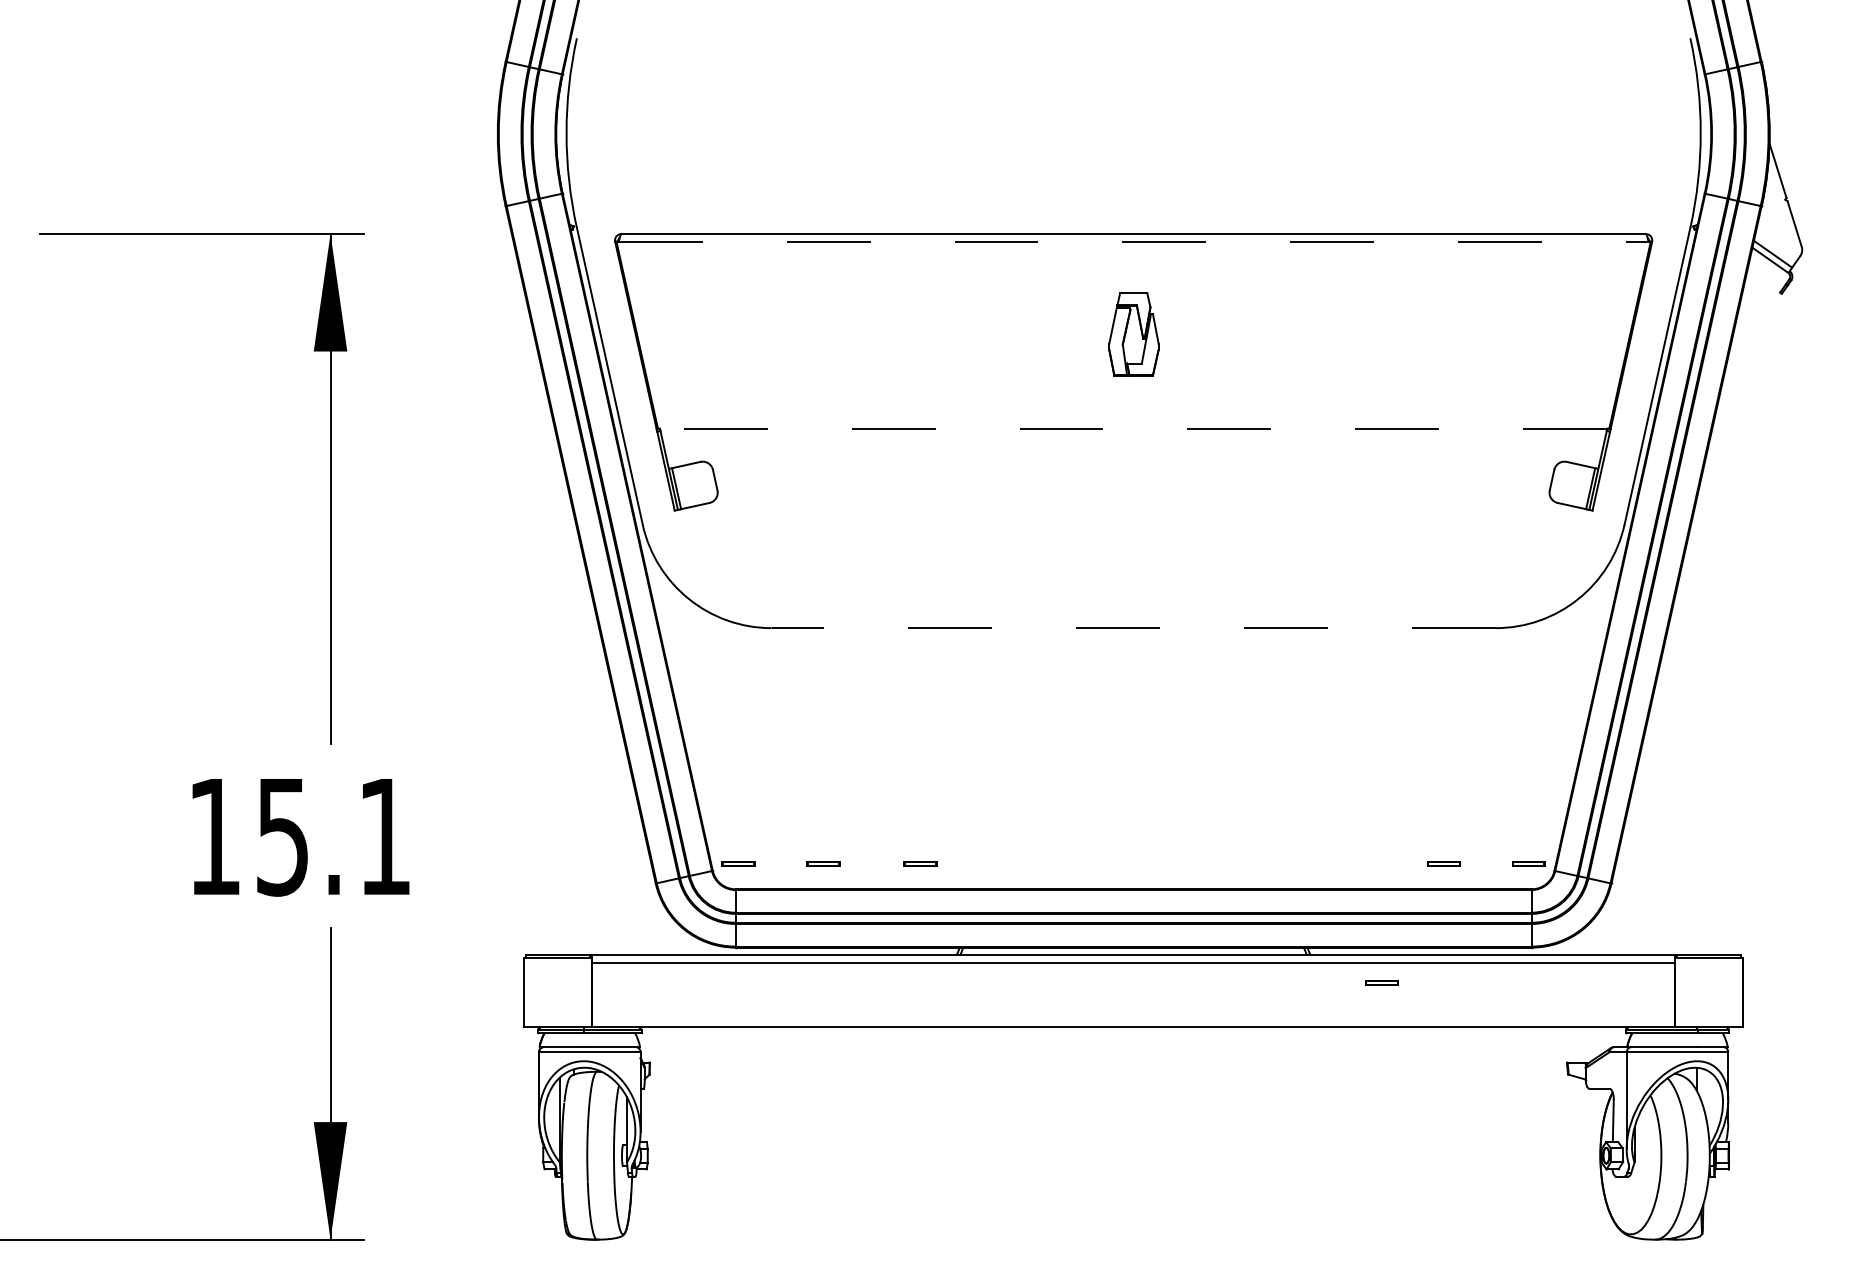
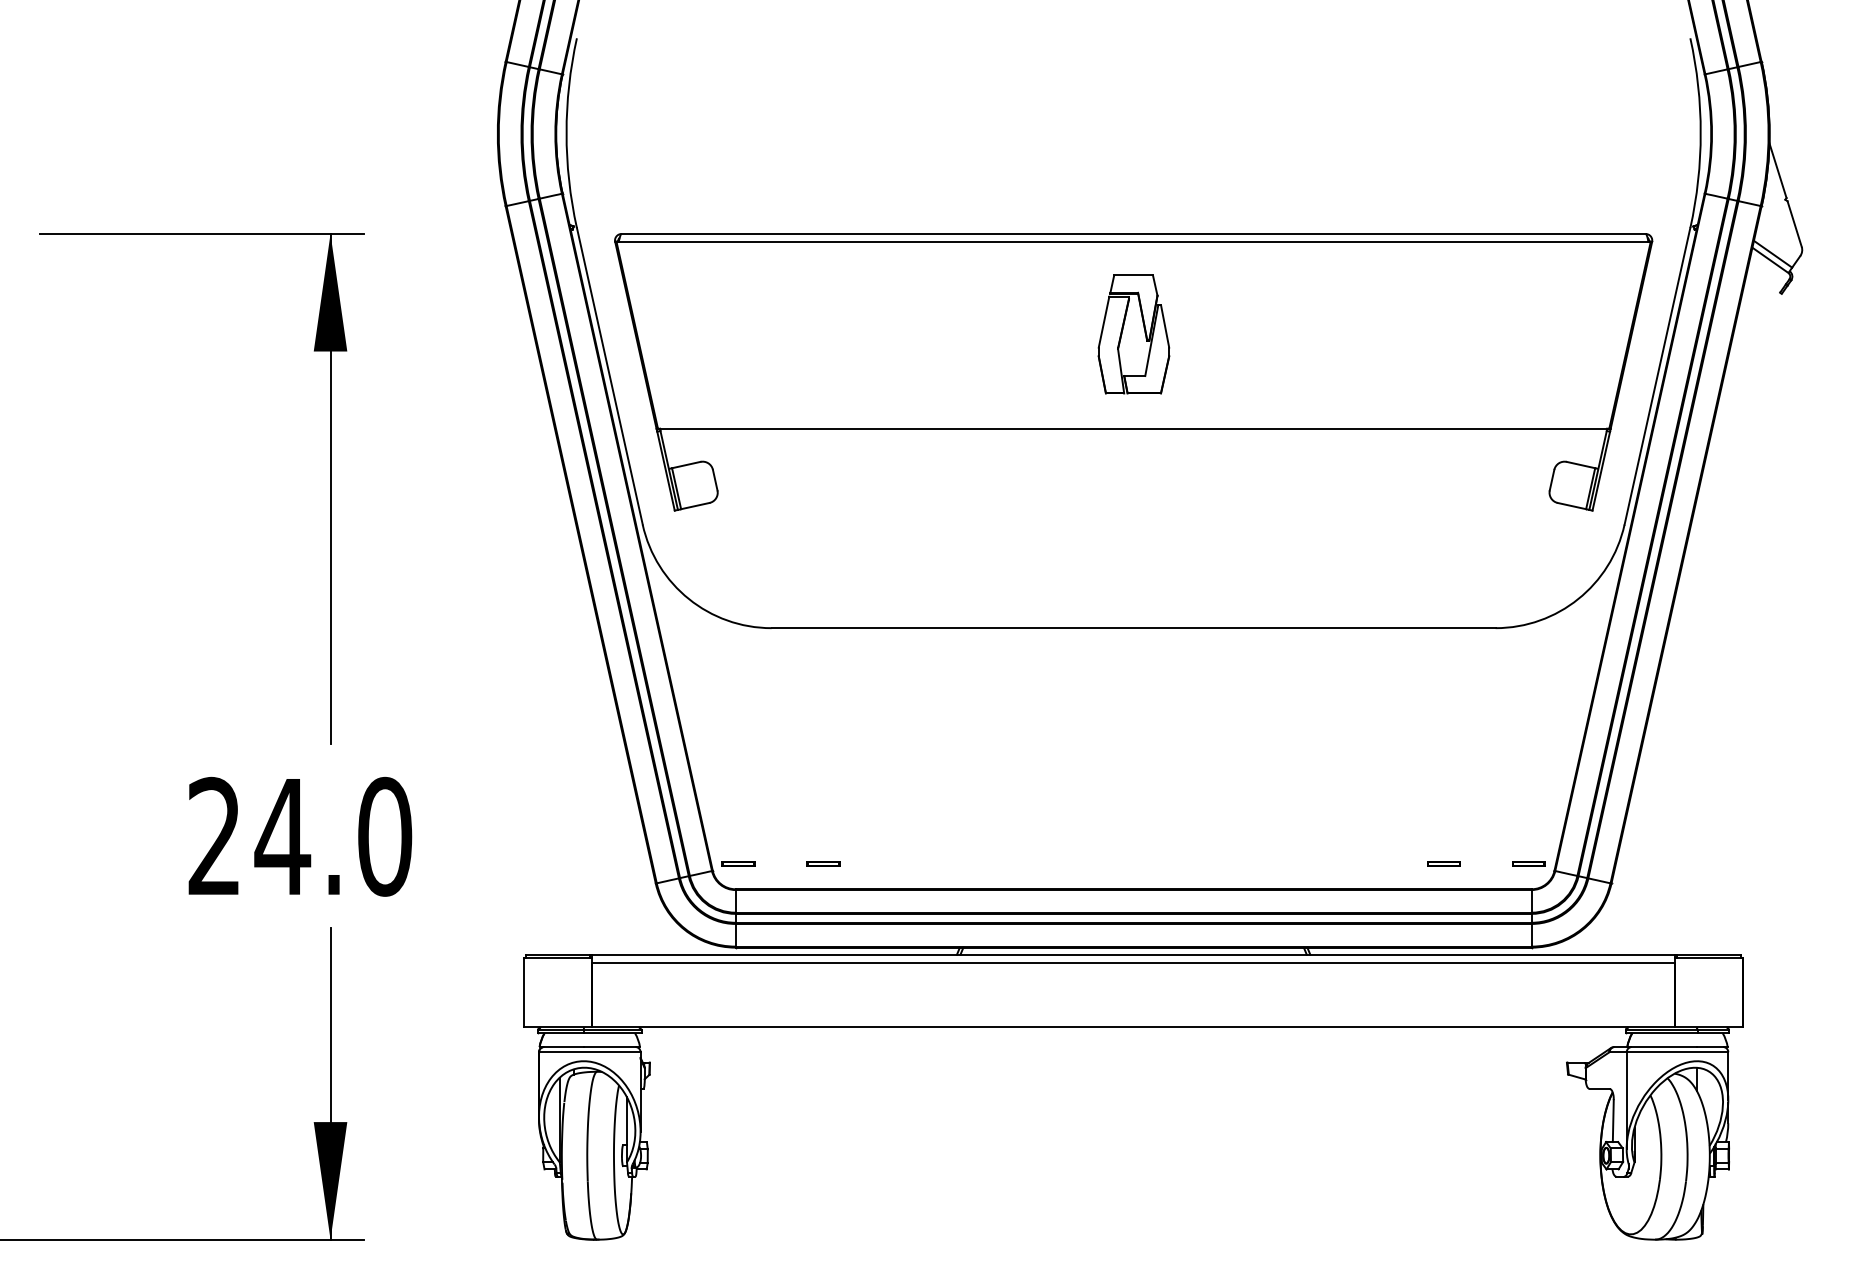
line at (1133, 241): dashed -> solid
part at (1133, 334) size: 52x85 px -> 74x121 px
line at (1133, 428): dashed -> solid
line at (1133, 628): dashed -> solid
text at (300, 836): 15.1 -> 24.0
part at (920, 863): present -> none
part at (1381, 982): present -> none
